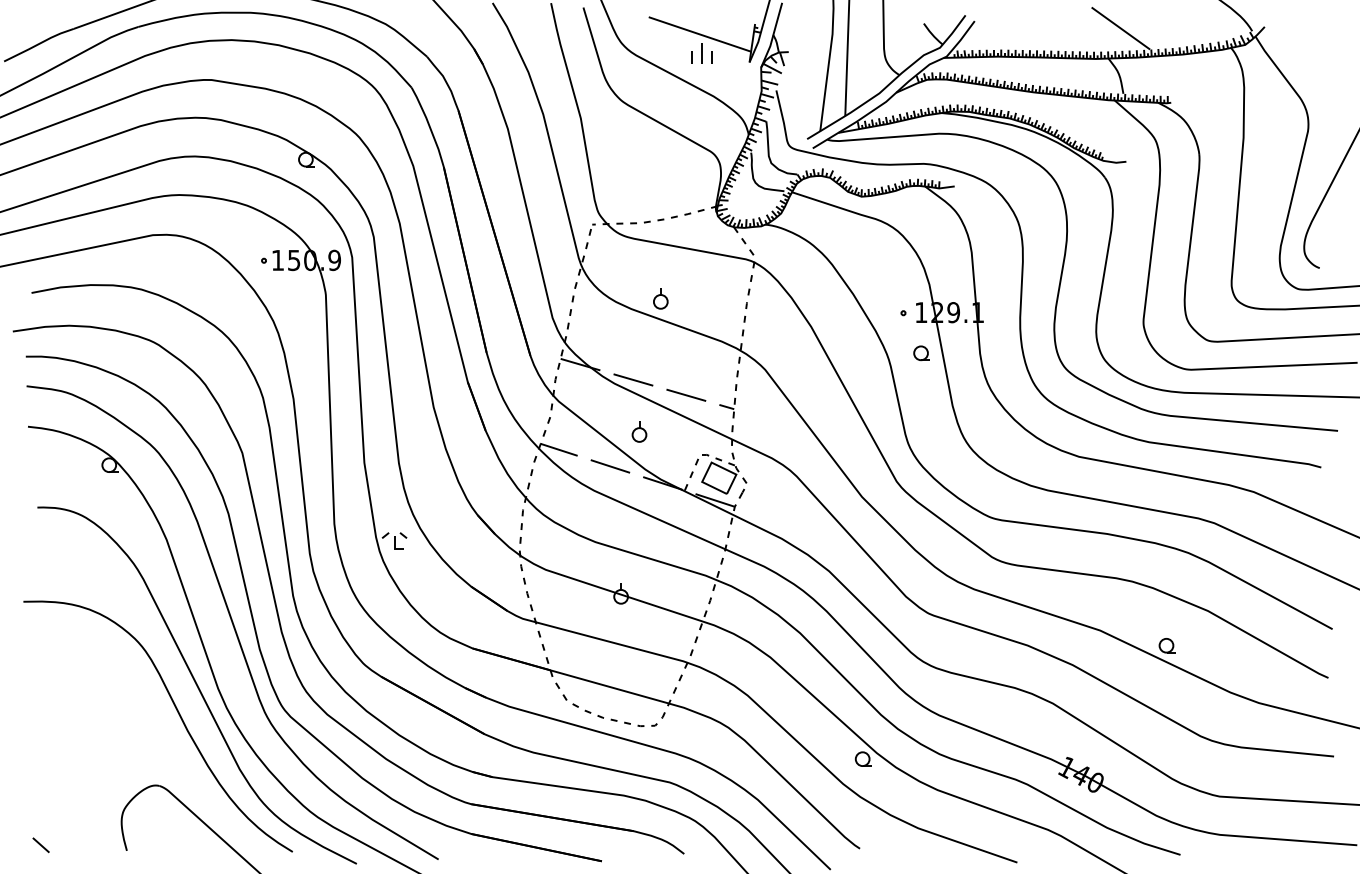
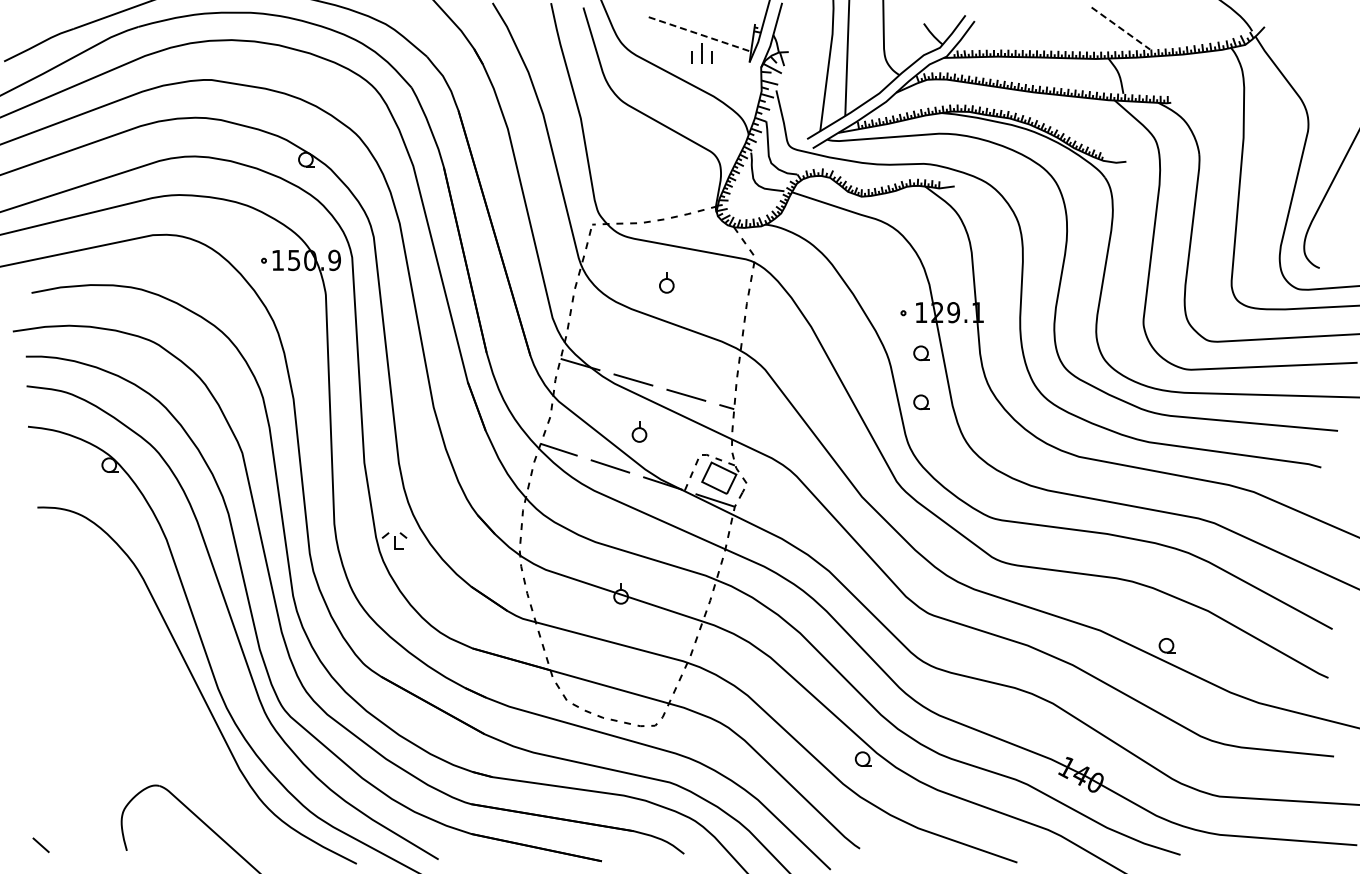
line at (1121, 28): solid -> dashed
line at (700, 34): solid -> dashed
part at (660, 298) position: (660, 298) -> (666, 282)
part at (921, 402): none -> present
curve at (179, 716): present -> none
